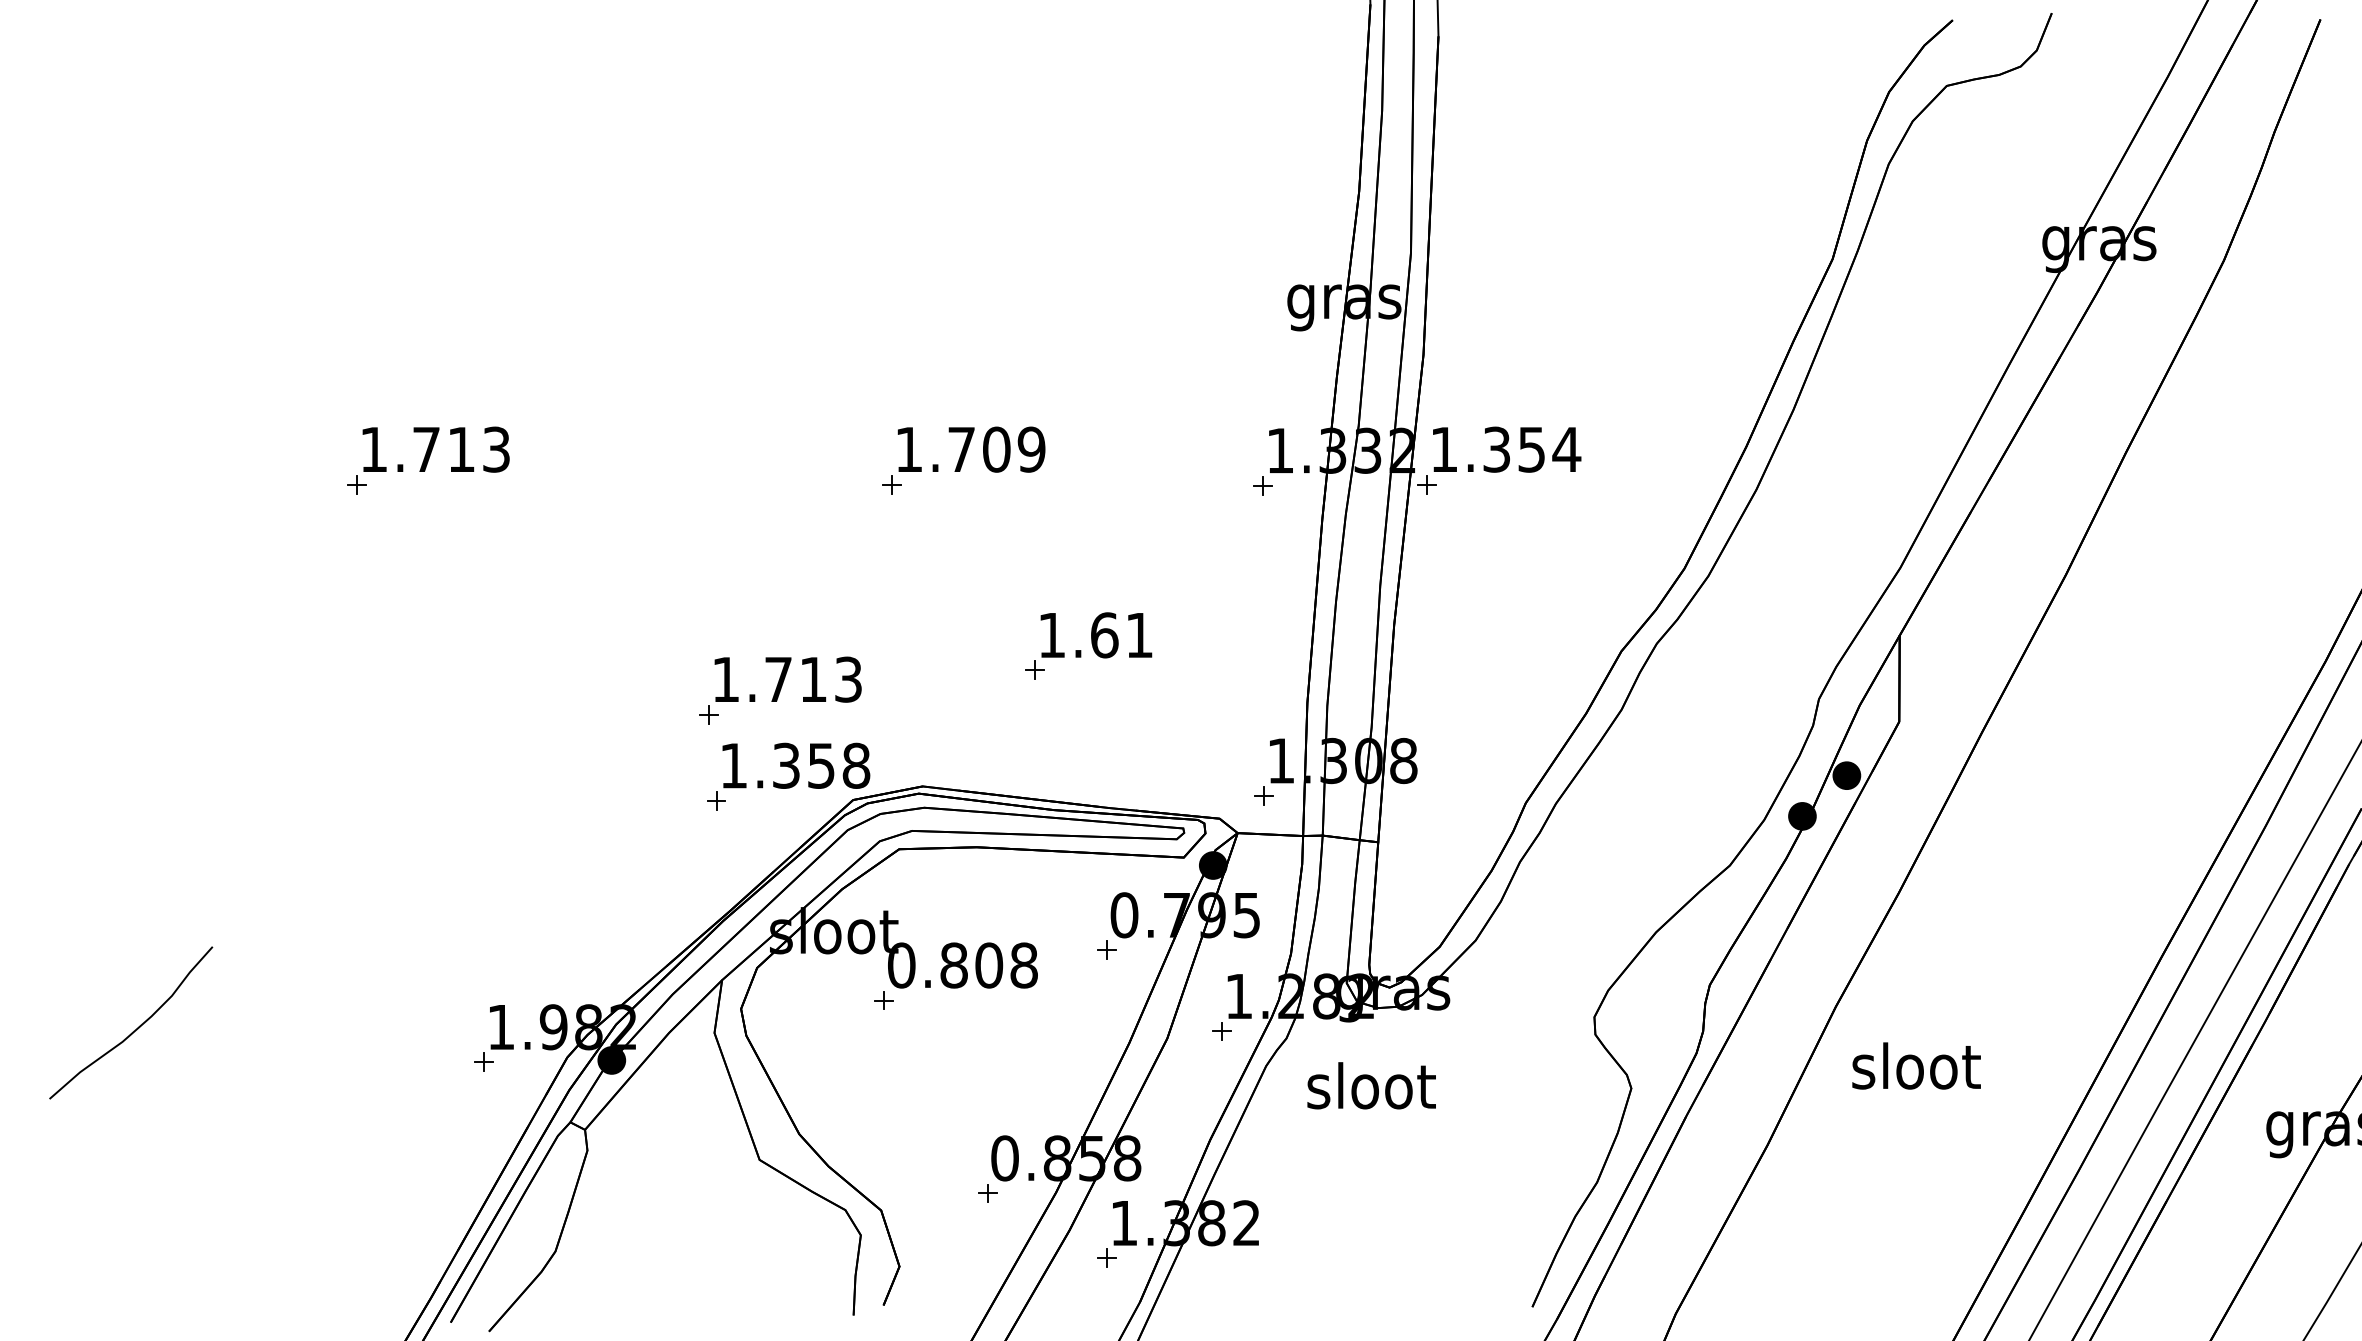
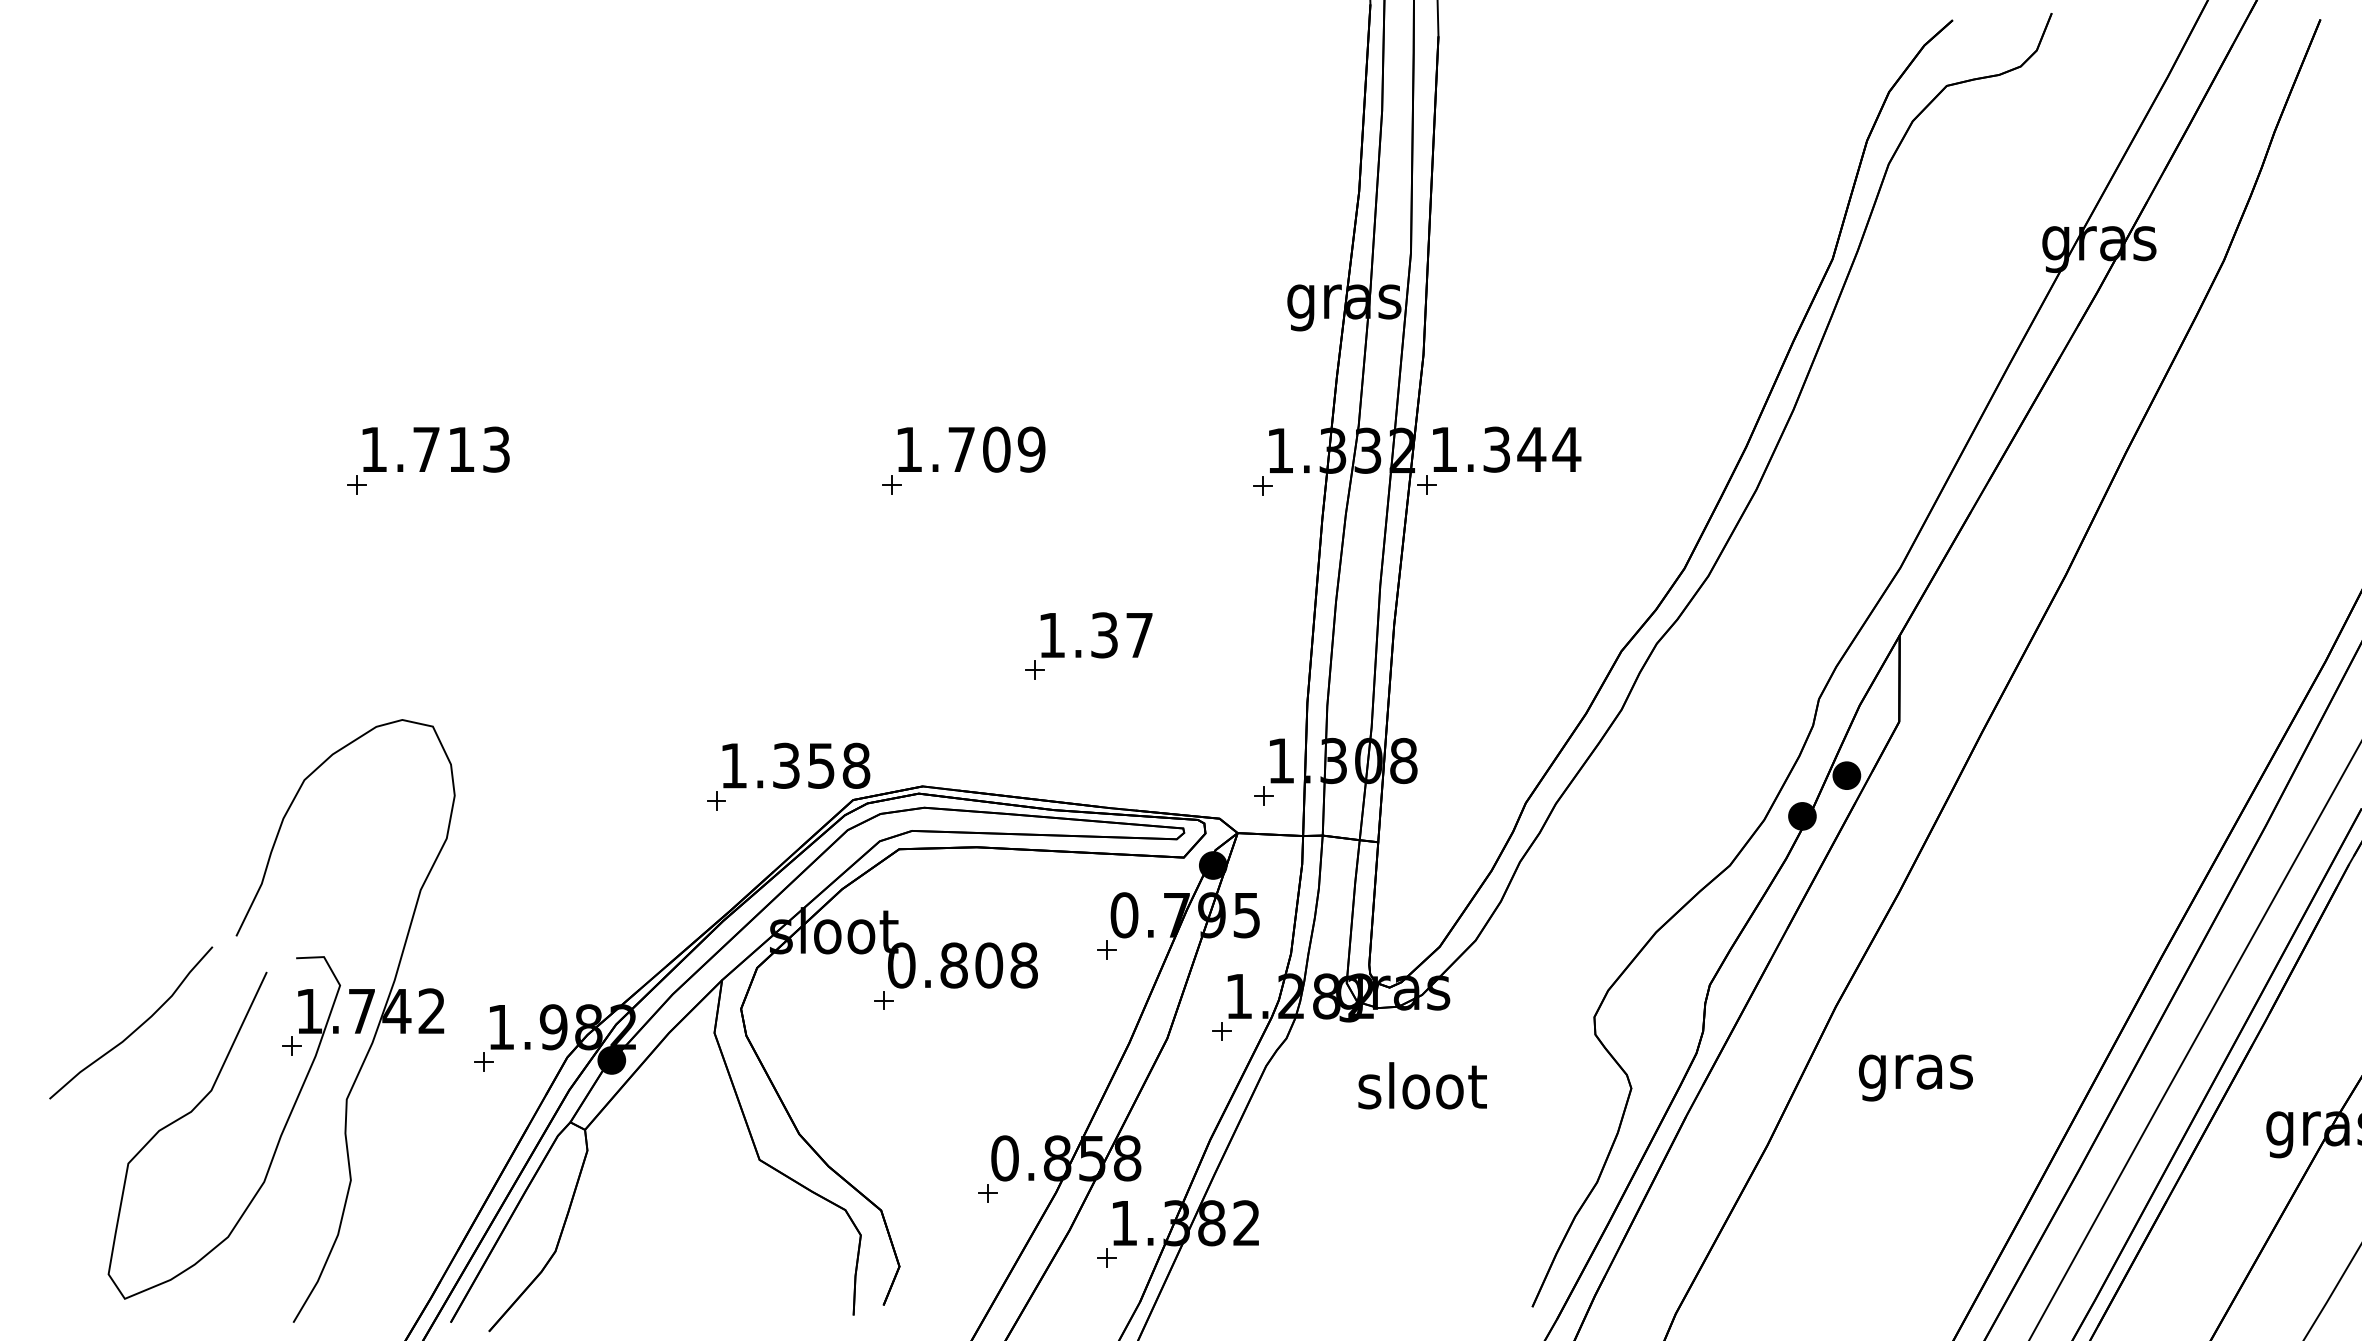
text at (1531, 449): 1.354 -> 1.344
text at (1121, 635): 1.61 -> 1.37
part at (780, 690): present -> none
part at (291, 1036): none -> present
text at (1916, 1071): sloot -> gras
text at (1371, 1085) position: (1371, 1085) -> (1422, 1085)
